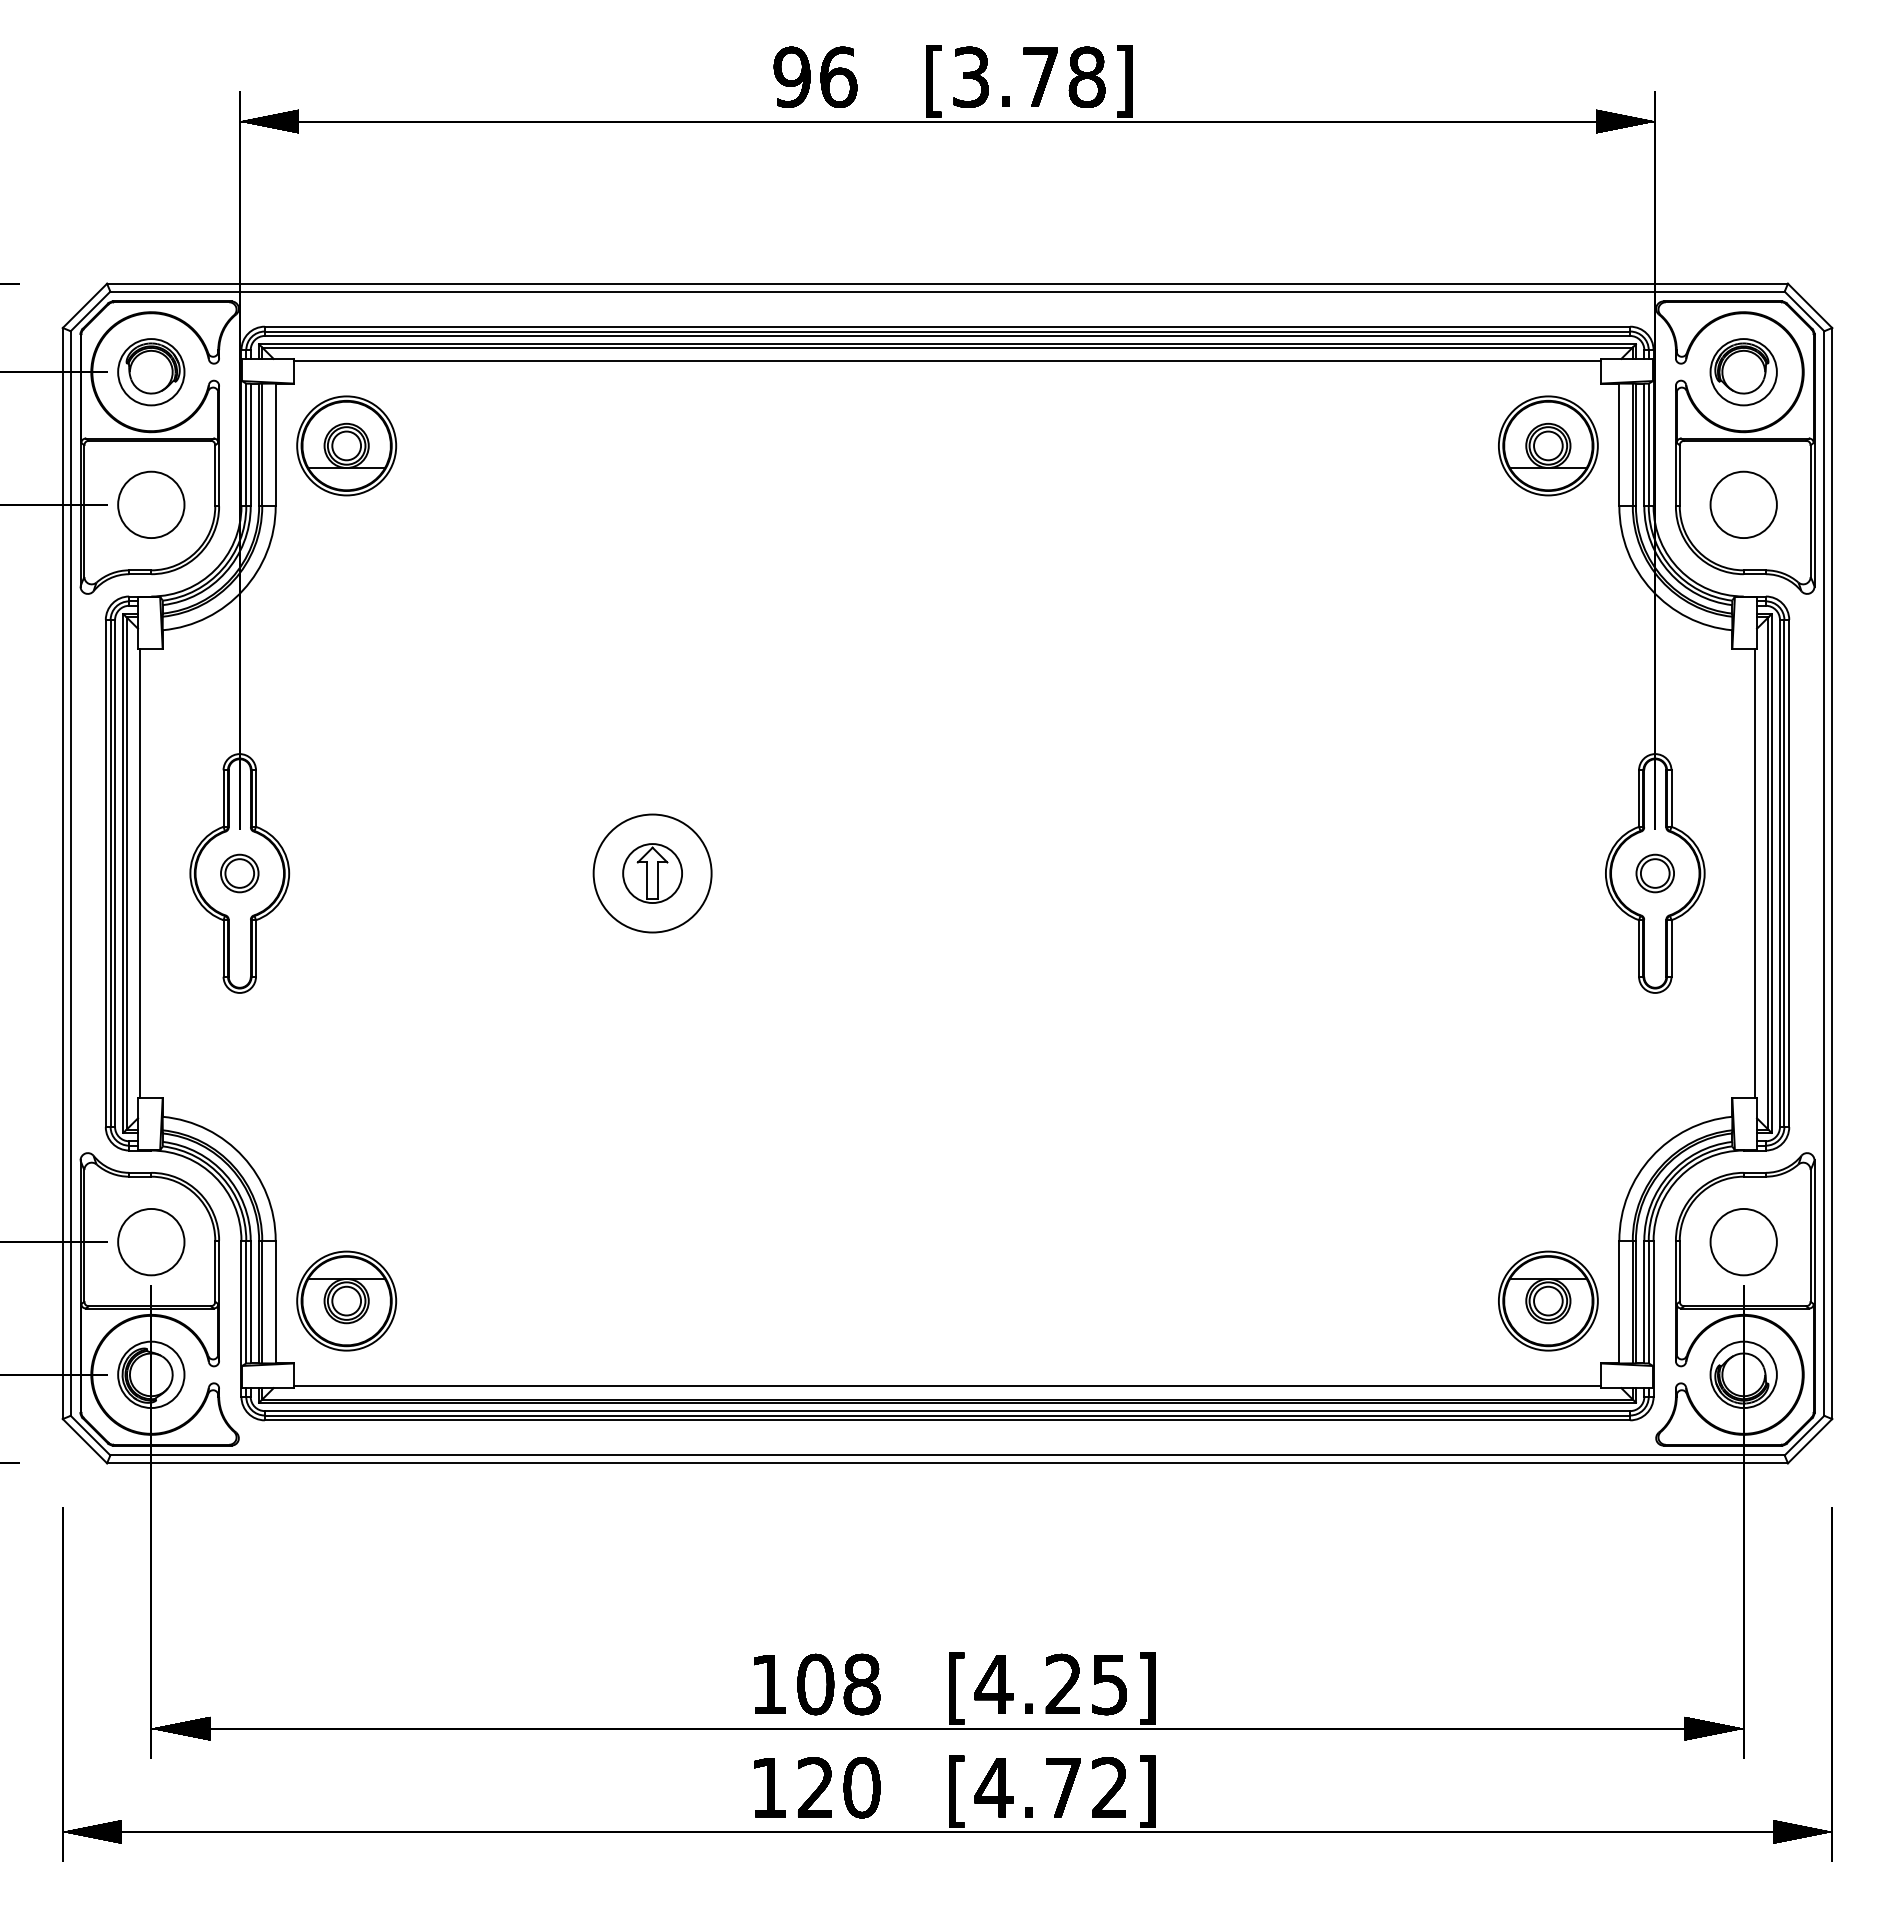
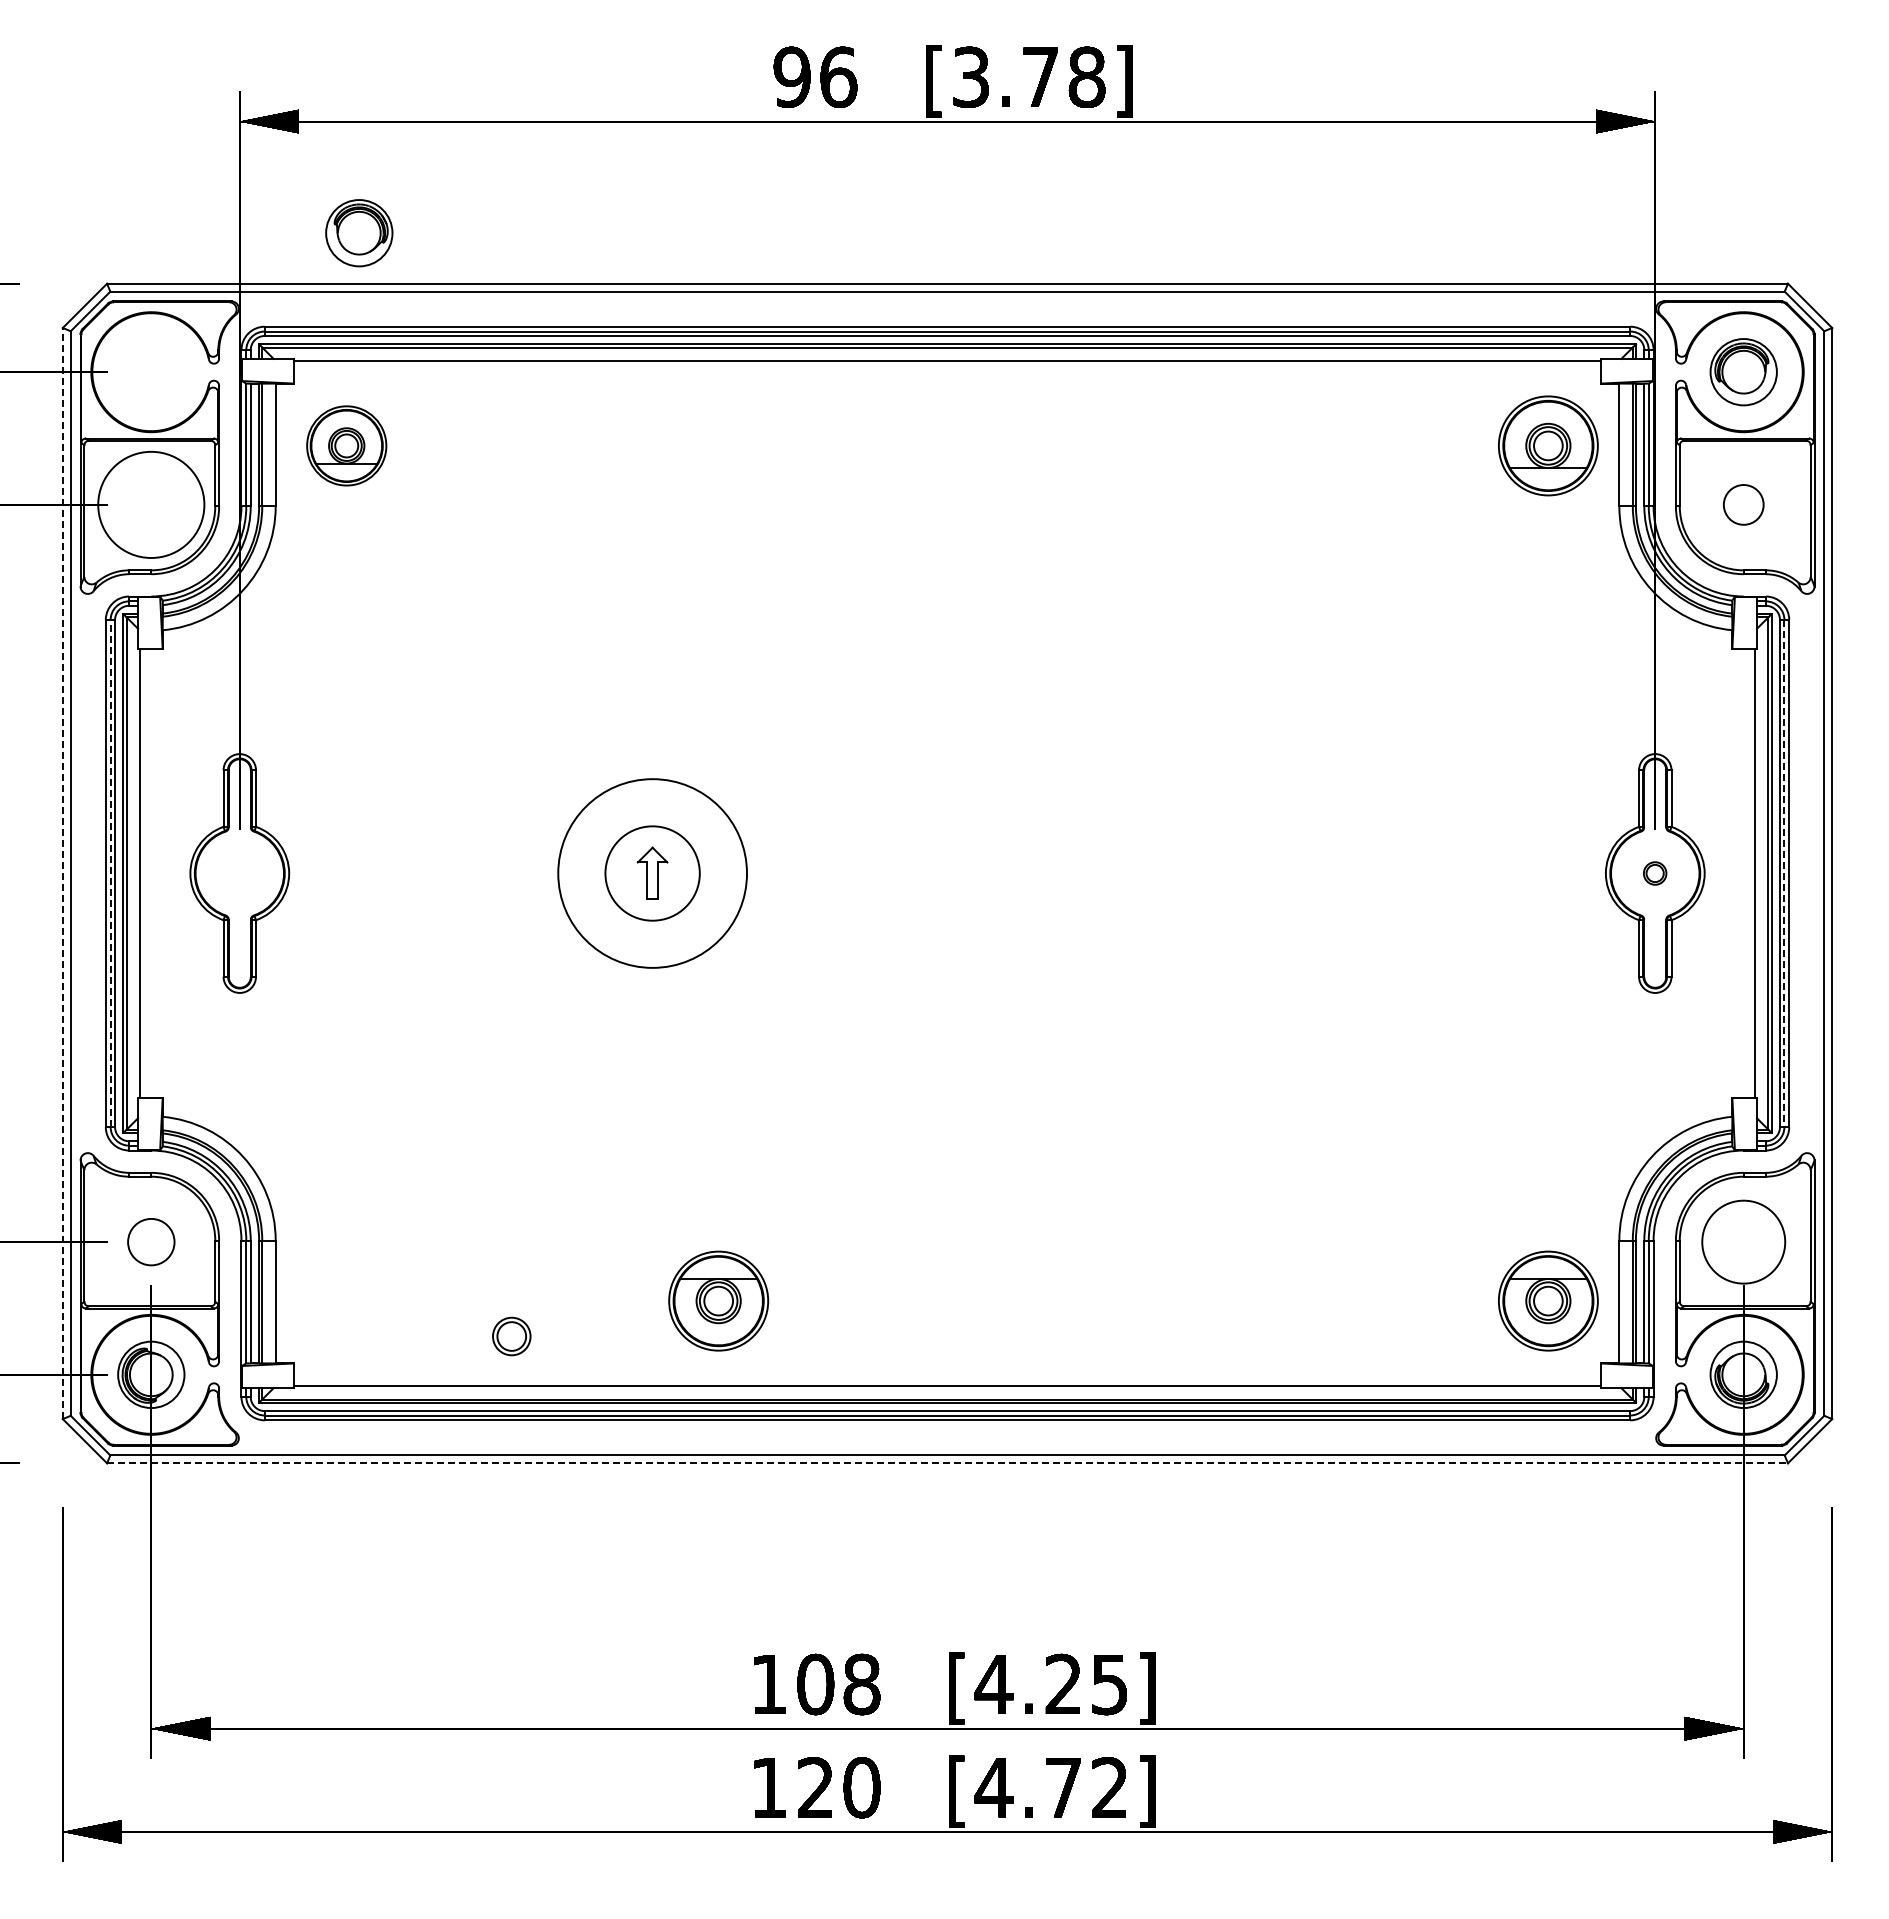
part at (151, 372) position: (151, 372) -> (359, 233)
part at (346, 445) size: 102x102 px -> 82x82 px
circle at (151, 504) diameter: 66 px -> 106 px
circle at (1743, 504) diameter: 66 px -> 40 px
line at (62, 873): solid -> dashed
line at (110, 873): solid -> dashed
part at (239, 873) position: (239, 873) -> (511, 1336)
circle at (652, 873) diameter: 118 px -> 189 px
circle at (652, 873) diameter: 59 px -> 94 px
part at (1654, 873) size: 40x41 px -> 25x25 px
line at (1784, 873): solid -> dashed
circle at (151, 1241) diameter: 66 px -> 46 px
circle at (1743, 1241) diameter: 66 px -> 83 px
part at (346, 1300) position: (346, 1300) -> (718, 1300)
line at (948, 1463): solid -> dashed
